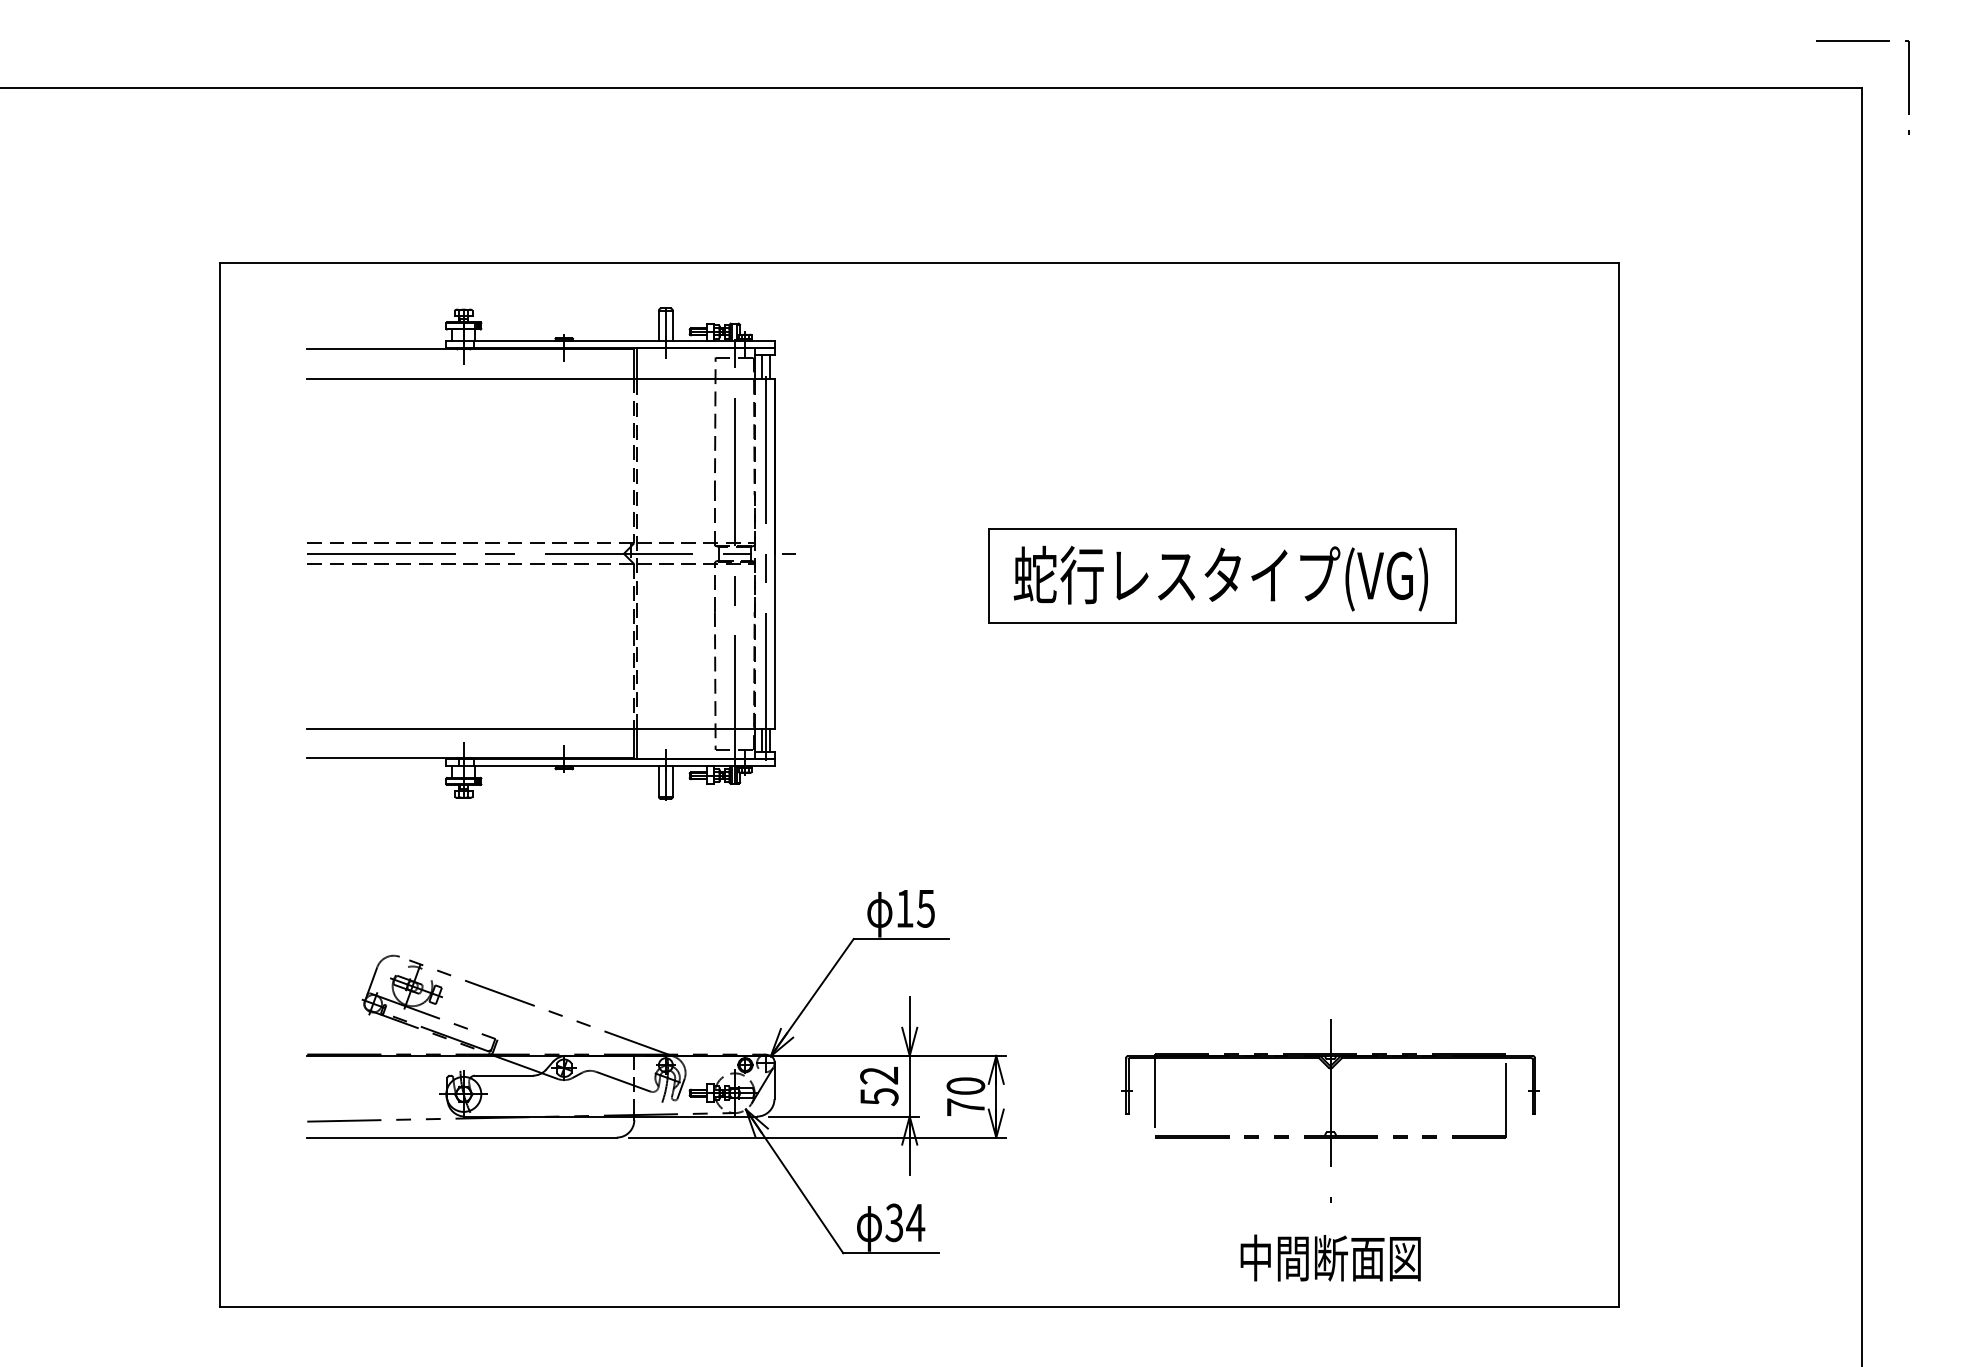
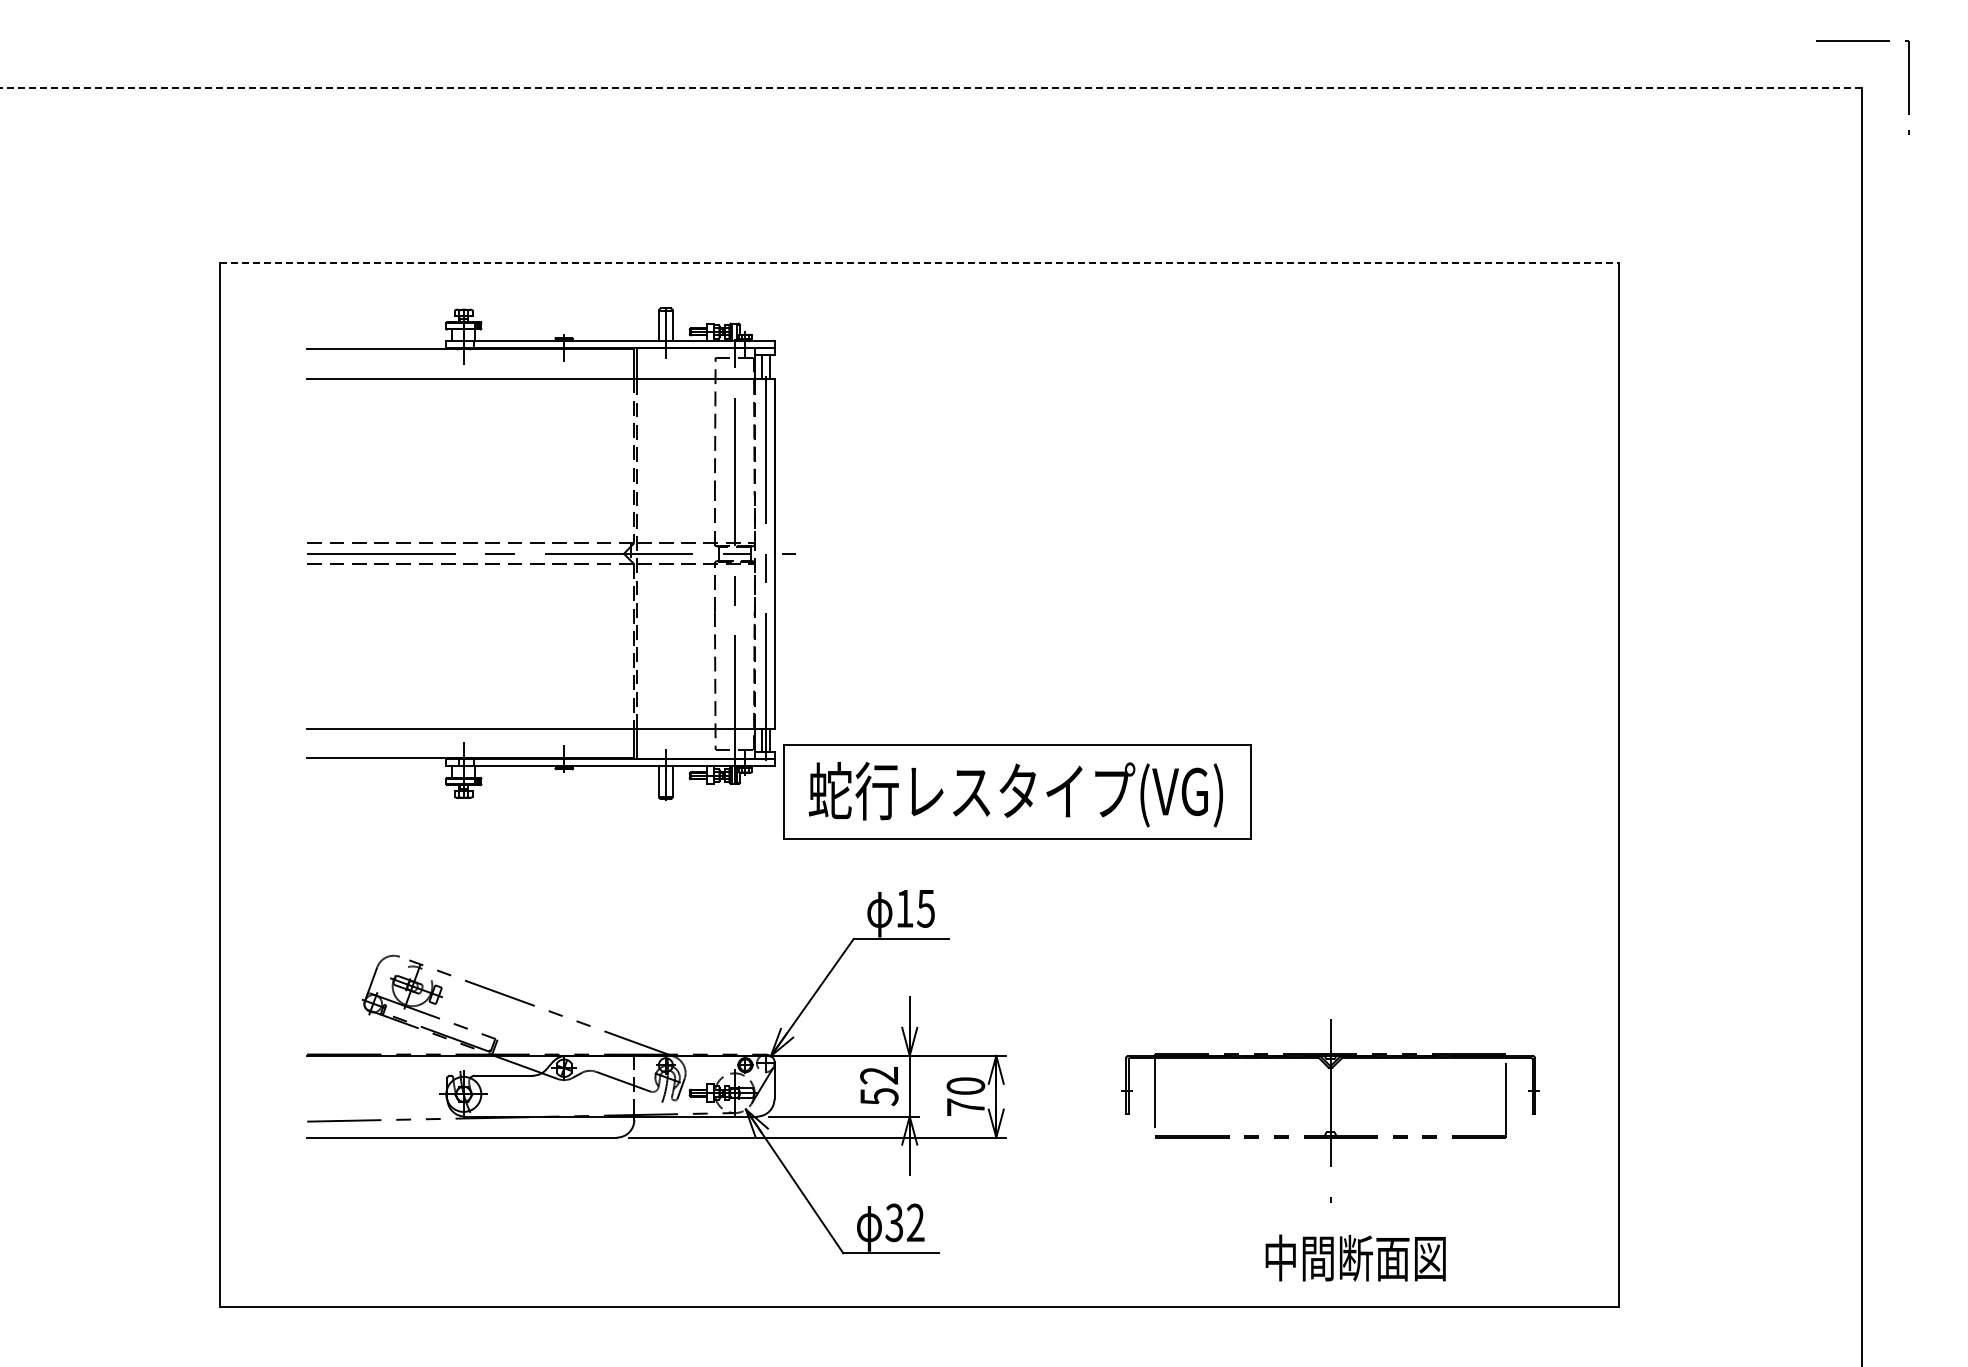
line at (931, 87): solid -> dashed
line at (919, 263): solid -> dashed
part at (1222, 575) position: (1222, 575) -> (1017, 791)
text at (915, 1222): 34 -> 32
text at (1330, 1257) position: (1330, 1257) -> (1355, 1257)
